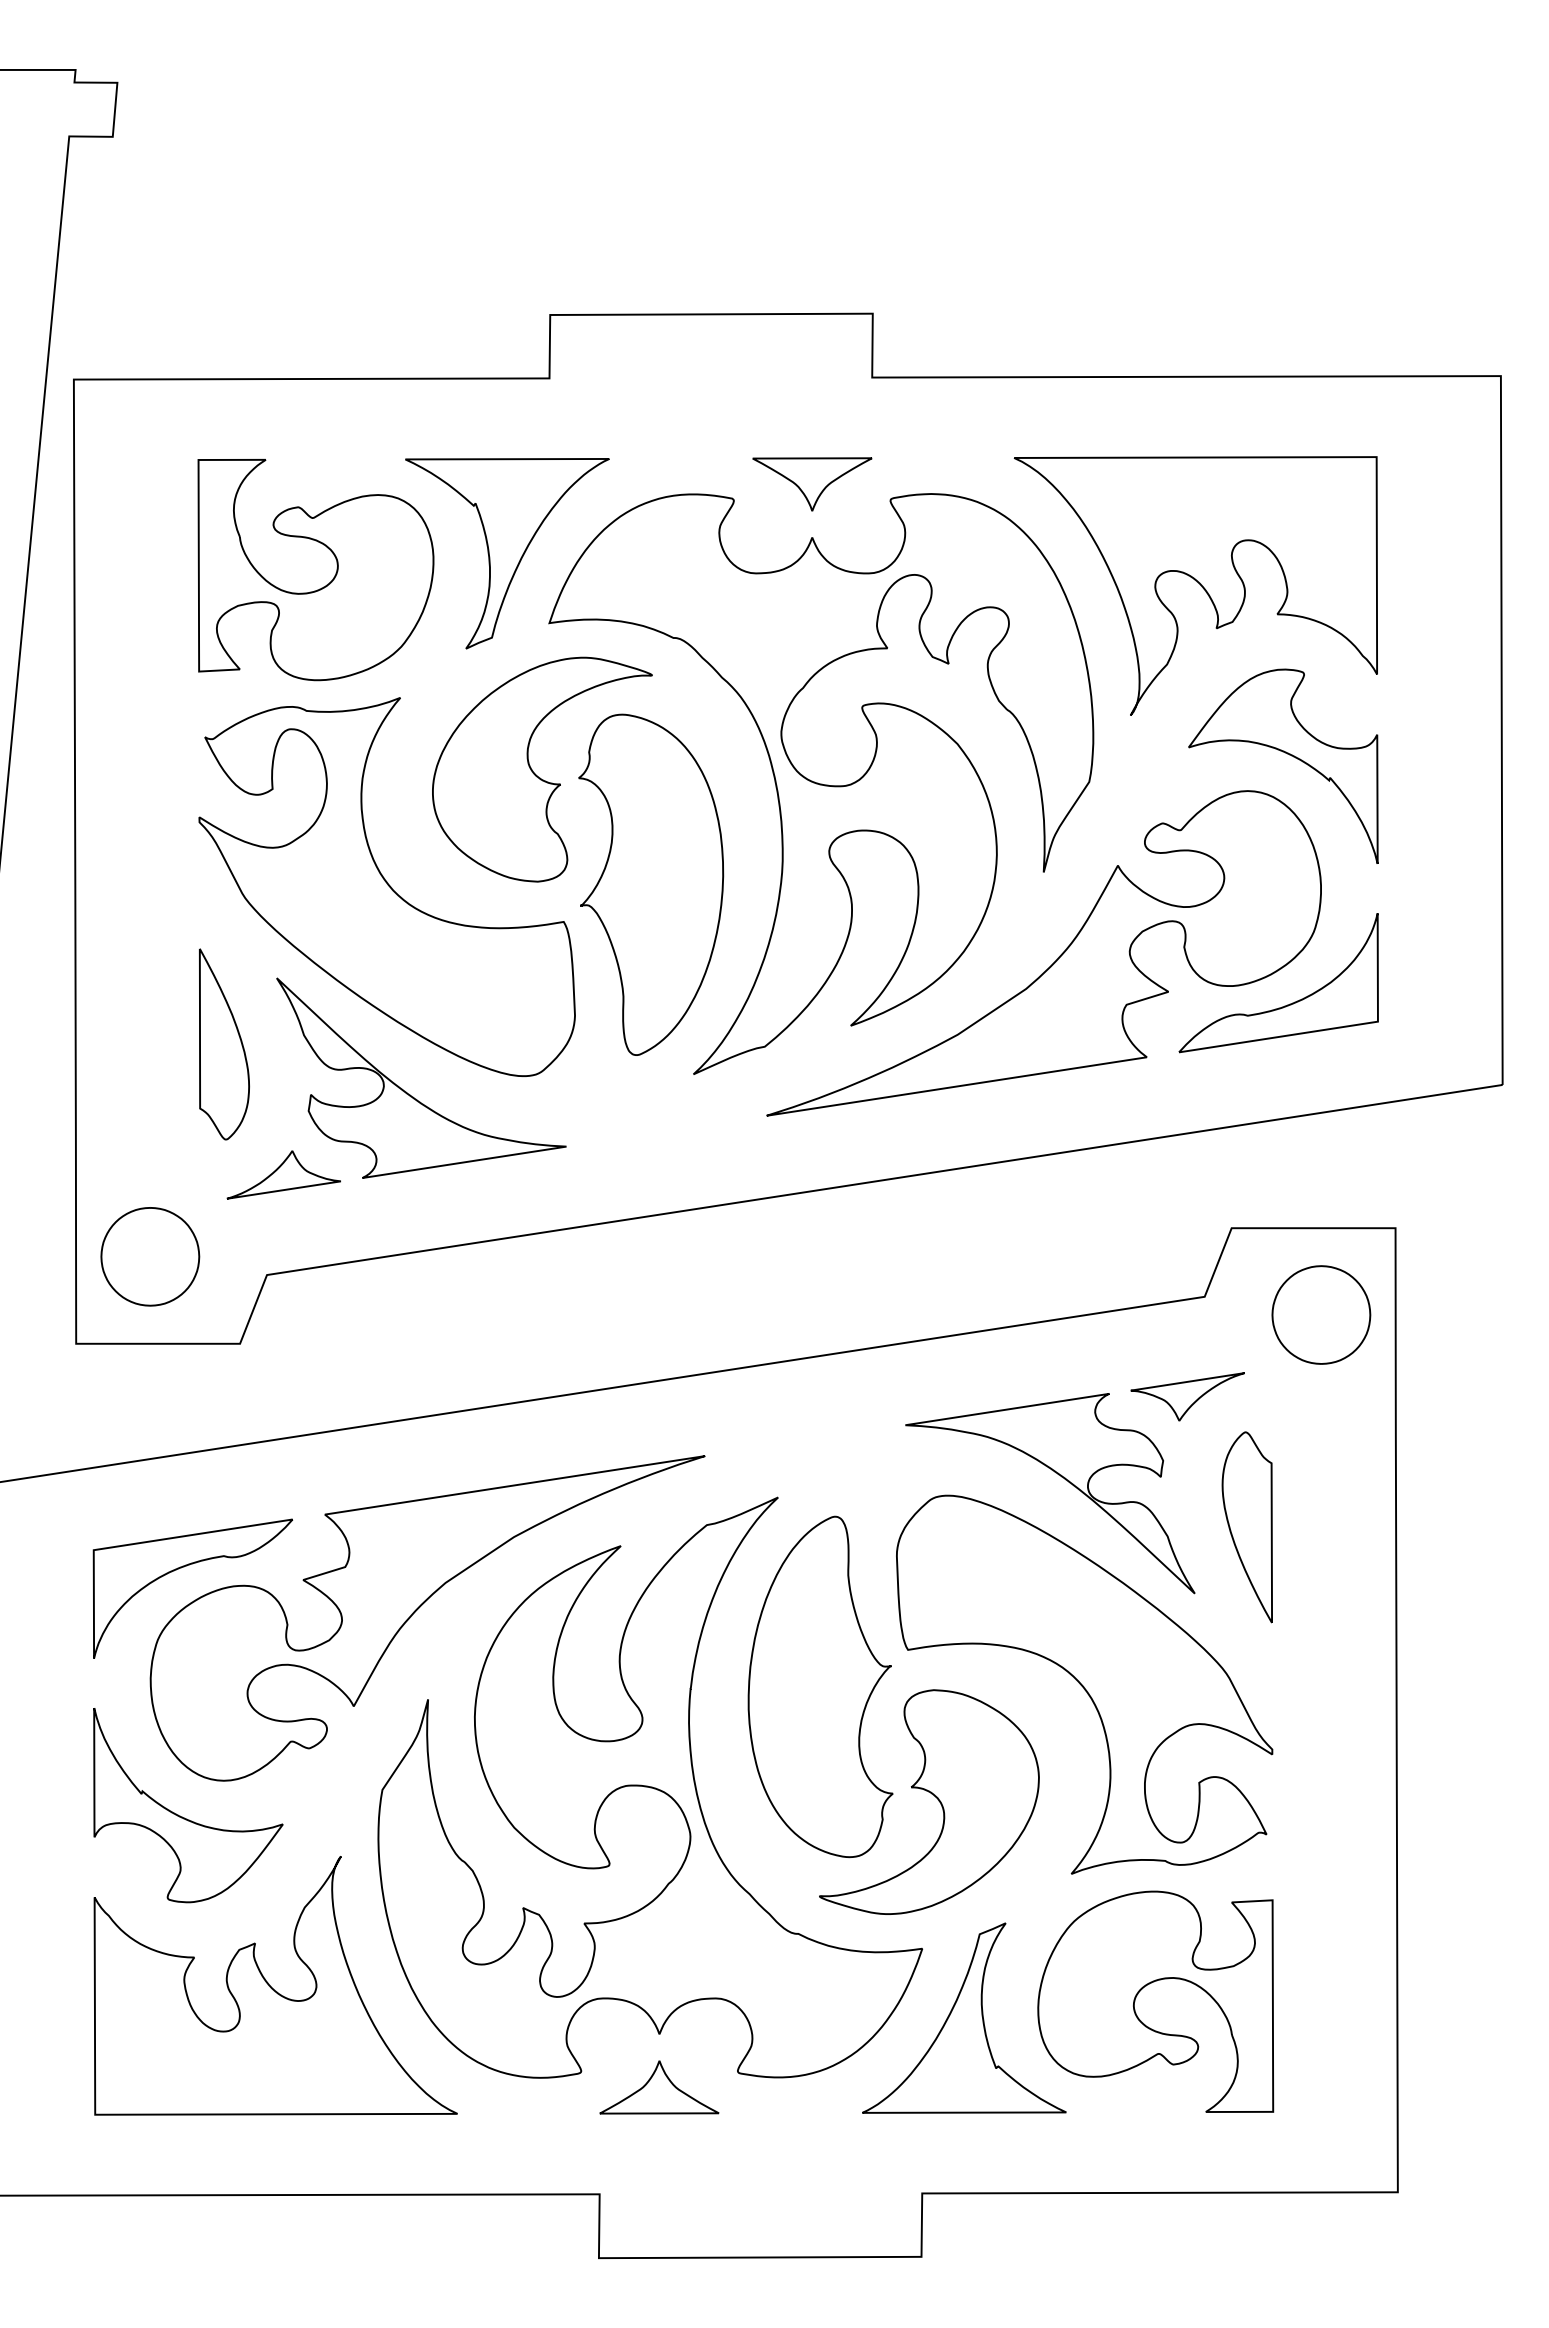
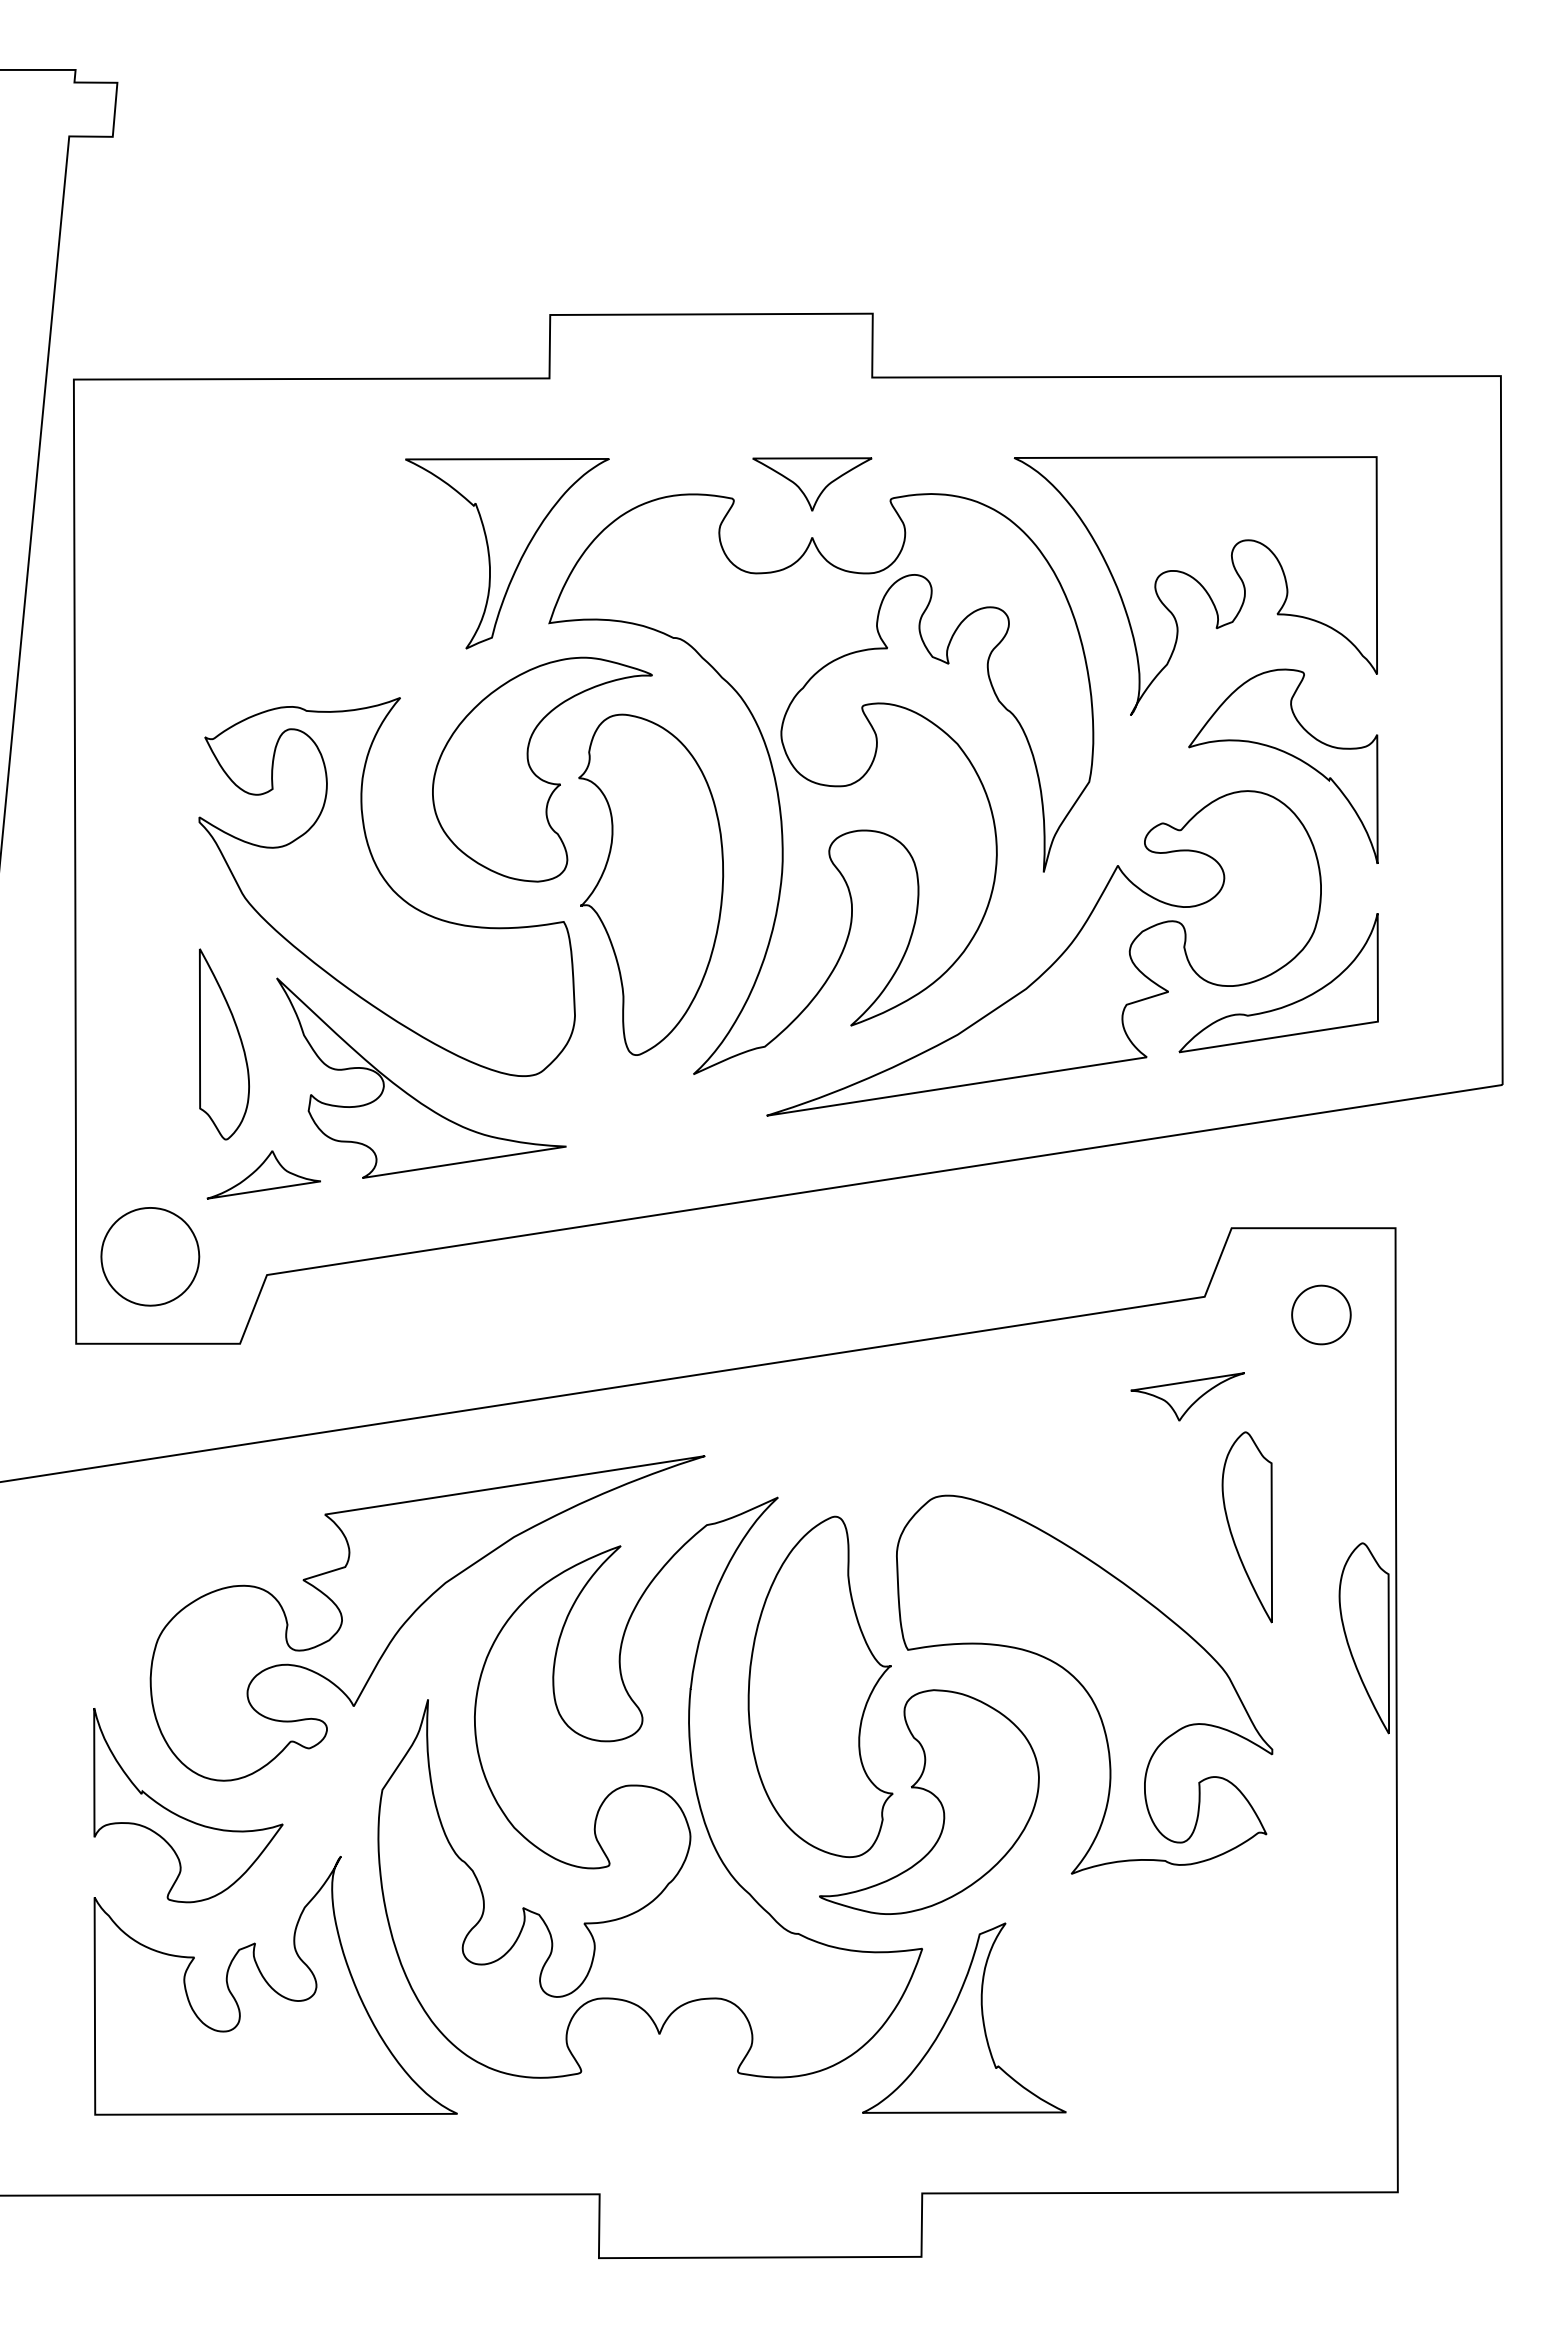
part at (326, 584): present -> none
part at (283, 1174) position: (283, 1174) -> (263, 1174)
part at (1321, 1314) size: 101x100 px -> 61x62 px
part at (1061, 1477): present -> none
part at (184, 1567): present -> none
part at (1363, 1638): none -> present
part at (1146, 1986): present -> none
part at (659, 2087): present -> none
